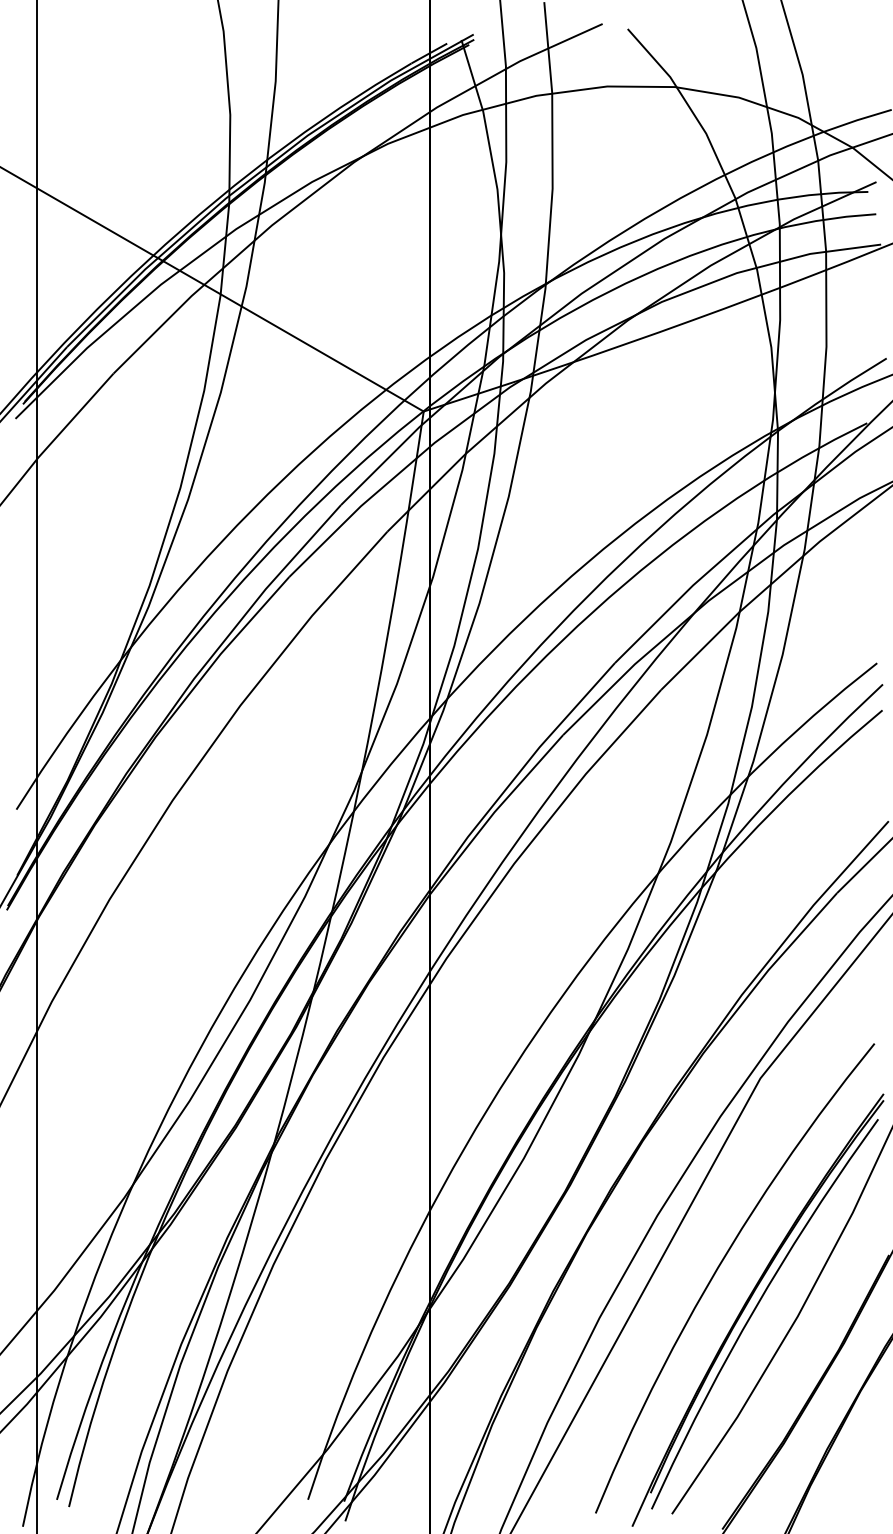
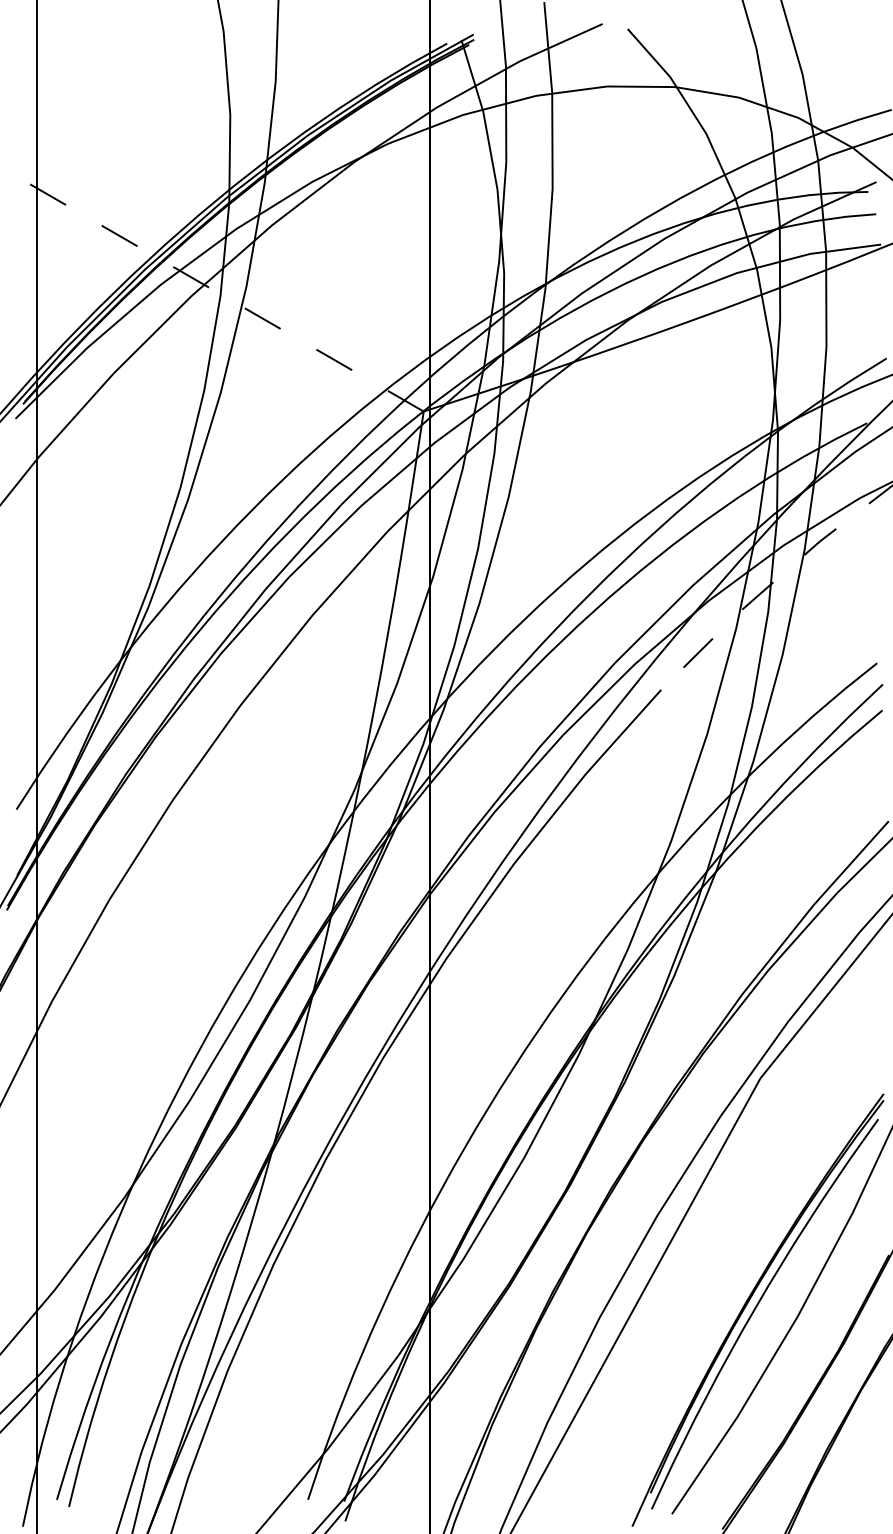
line at (211, 289): solid -> dashed
line at (772, 583): solid -> dashed
curve at (718, 1269): present -> none
